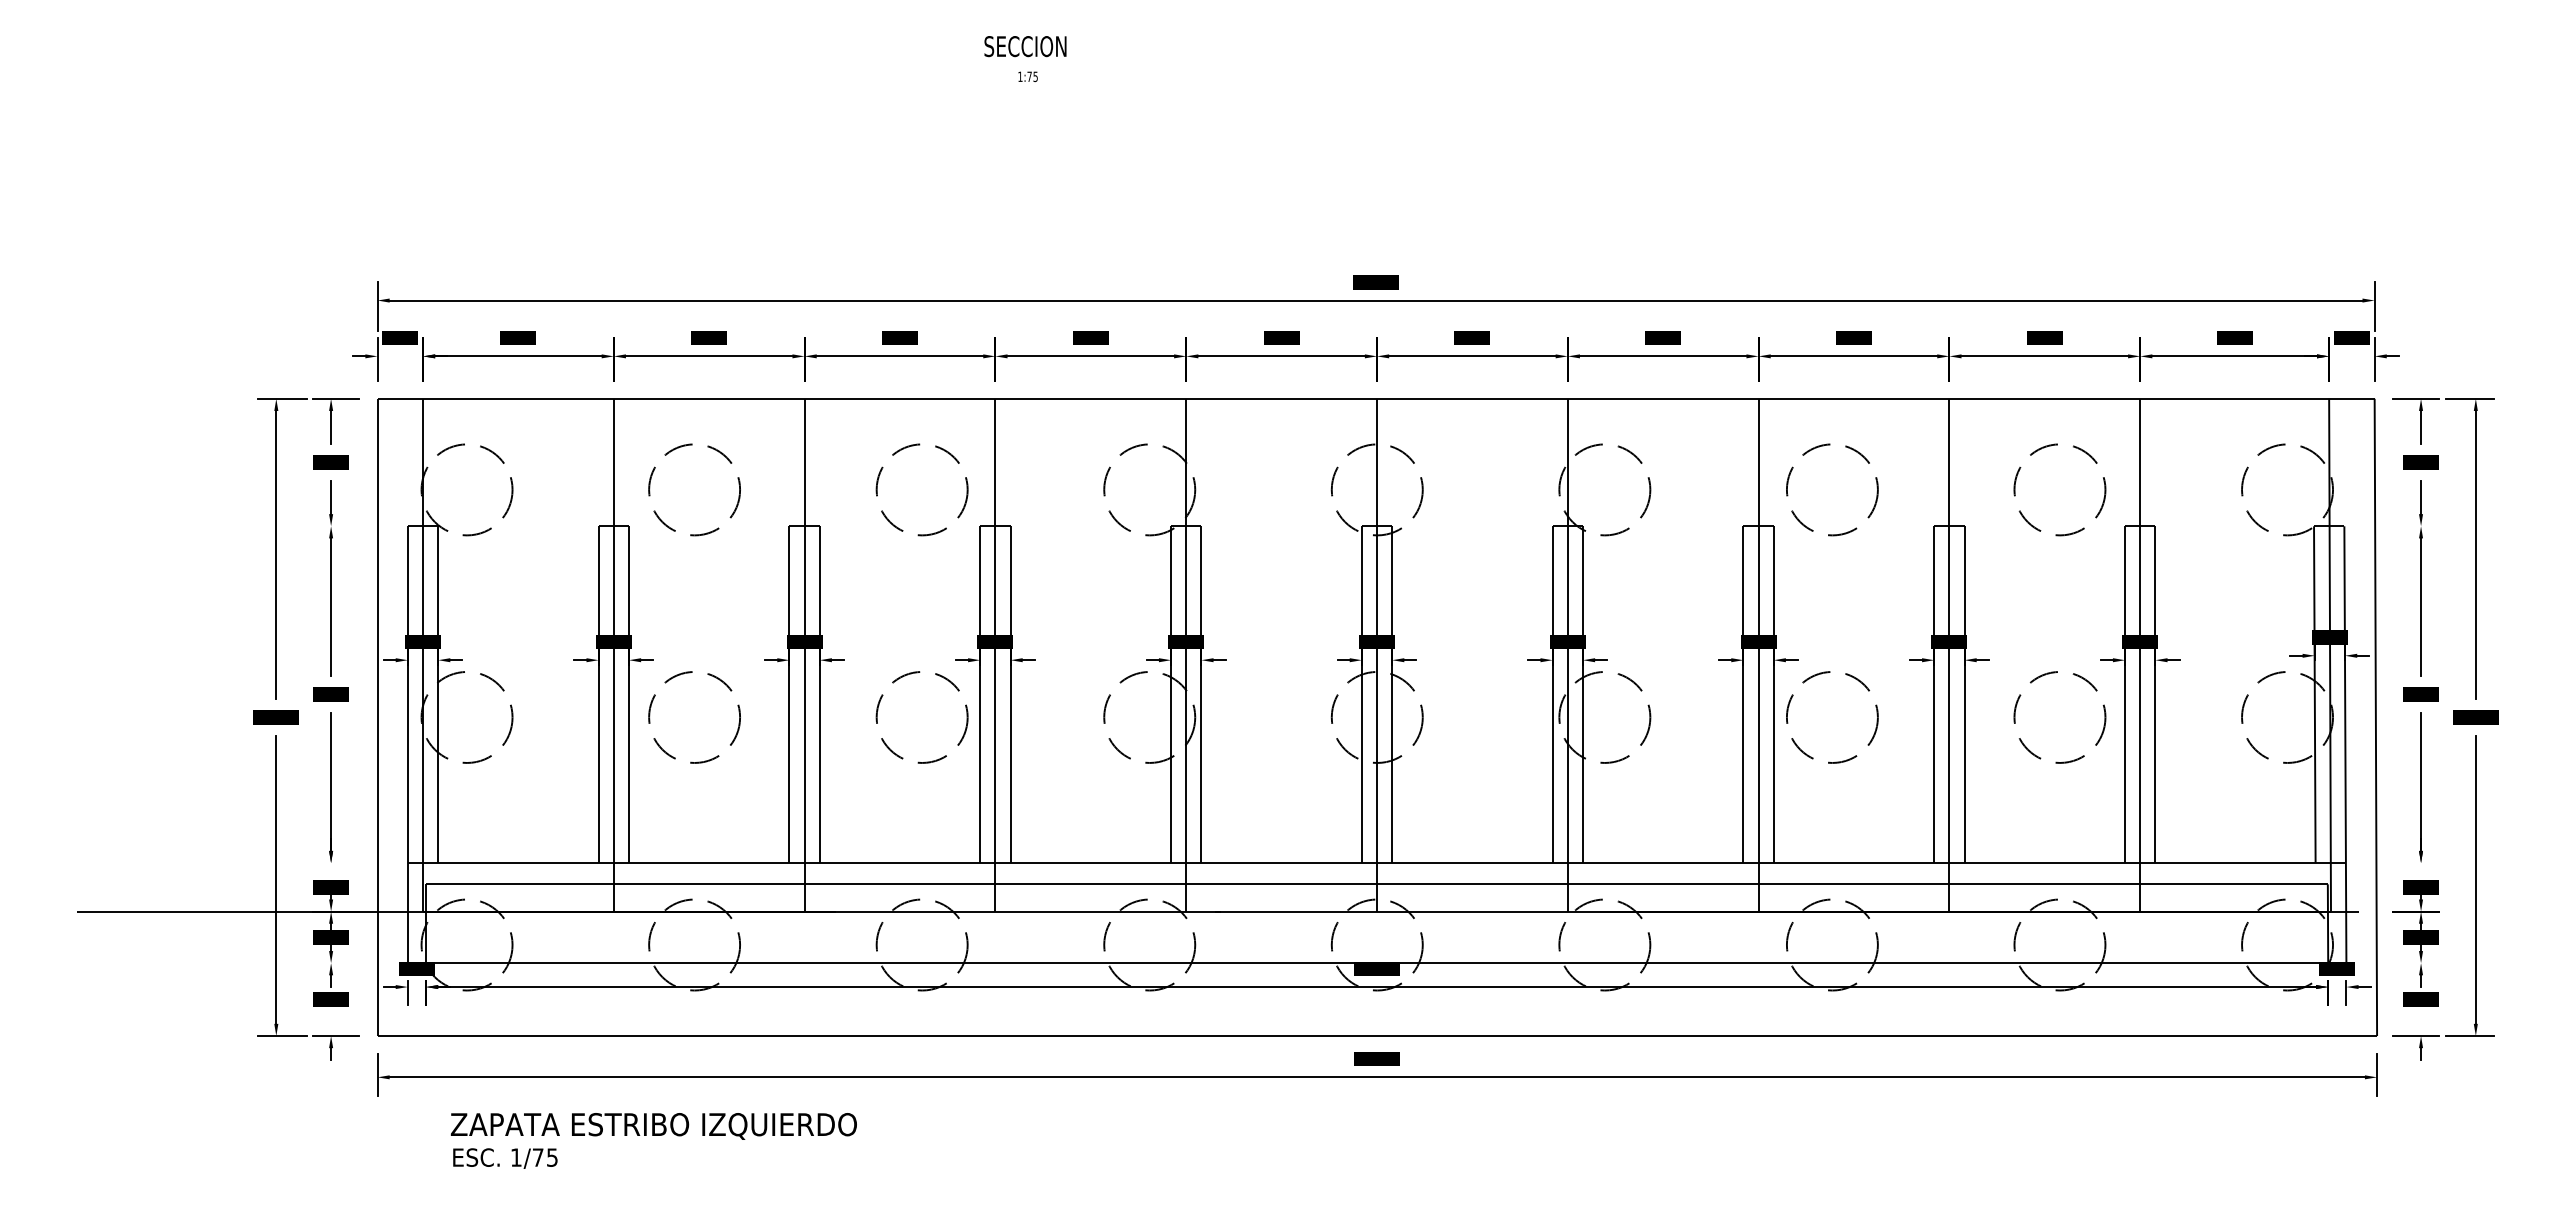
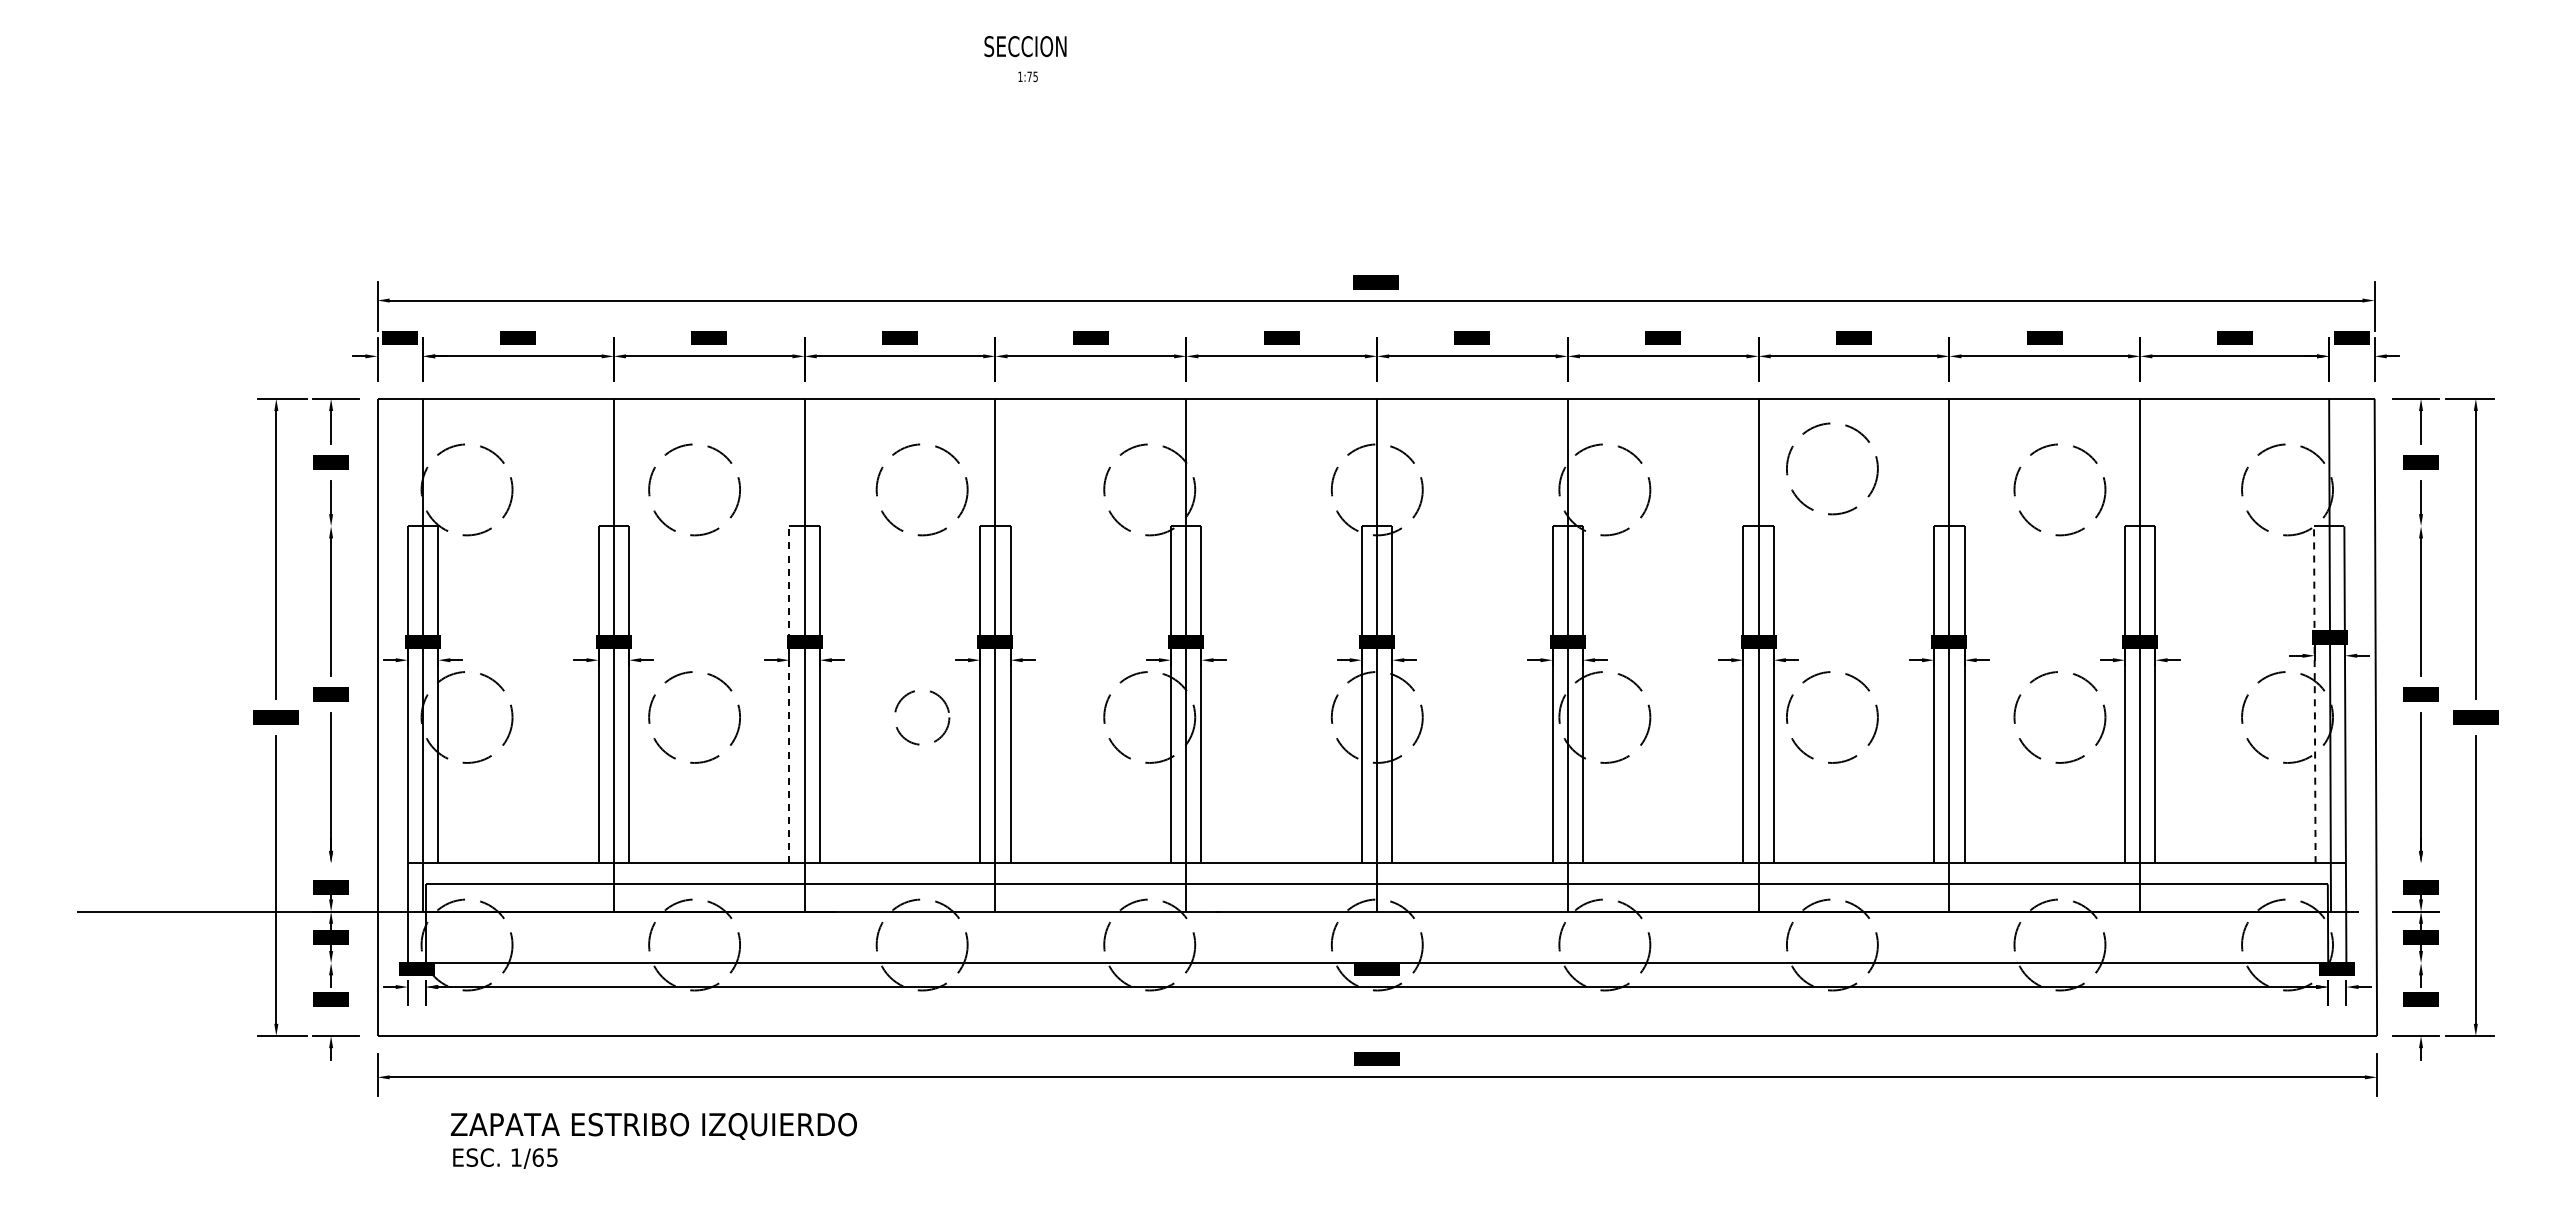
circle at (1832, 489) position: (1832, 489) -> (1832, 468)
line at (789, 694): solid -> dashed
line at (2314, 694): solid -> dashed
circle at (921, 717) size: 94x93 px -> 57x56 px
text at (537, 1157): 1/75 -> 1/65
